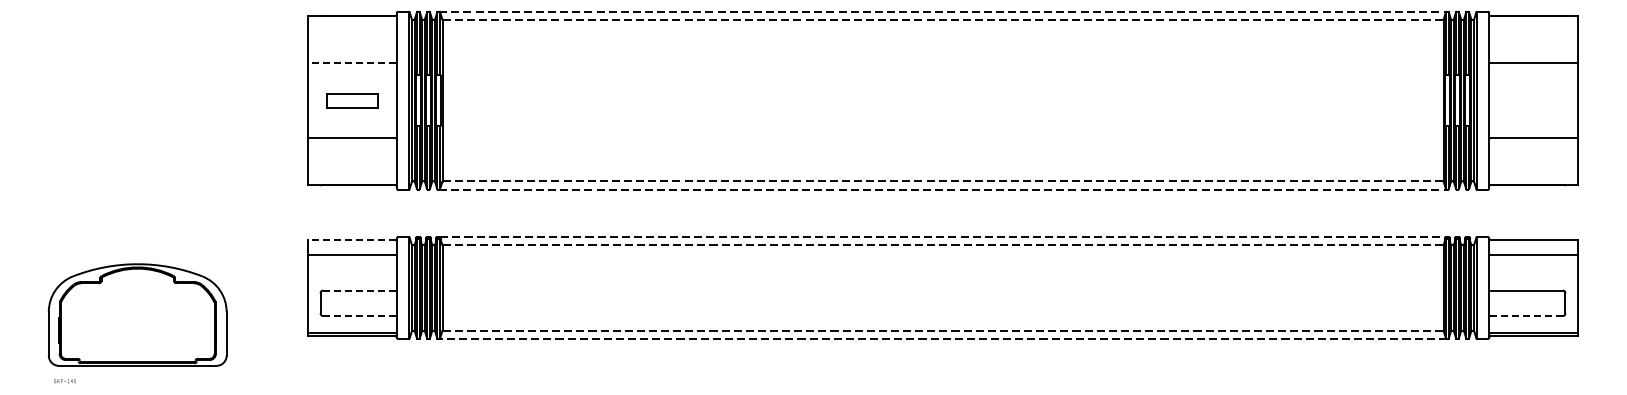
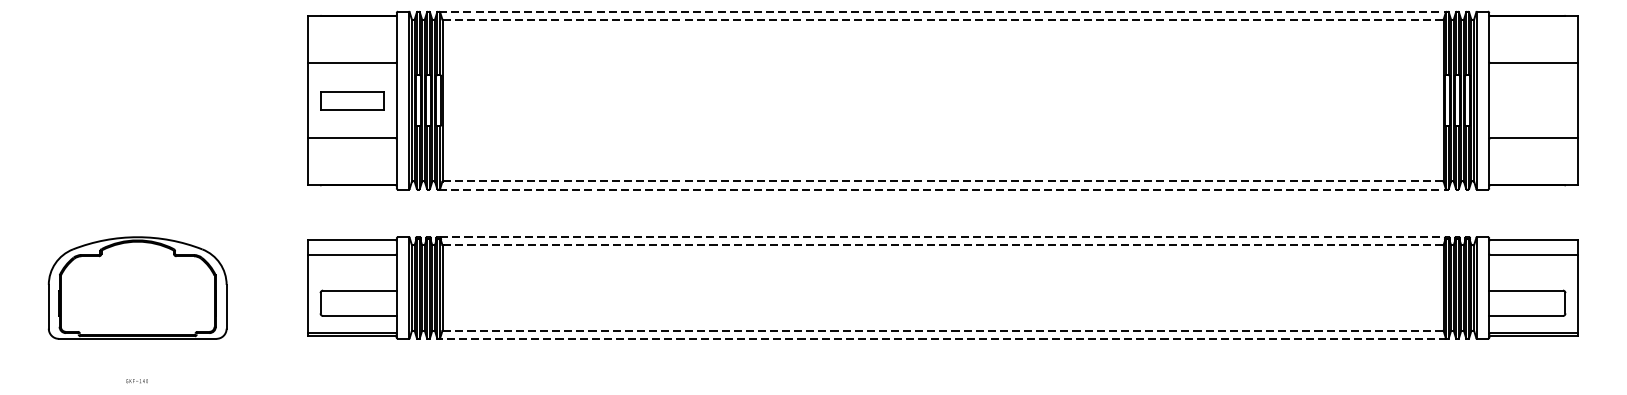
line at (351, 63): dashed -> solid
part at (352, 100) size: 53x16 px -> 65x20 px
line at (351, 240): dashed -> solid
line at (359, 290): dashed -> solid
part at (137, 314) position: (137, 314) -> (137, 287)
line at (359, 315): dashed -> solid
line at (1526, 315): dashed -> solid
text at (64, 381) position: (64, 381) -> (136, 381)
